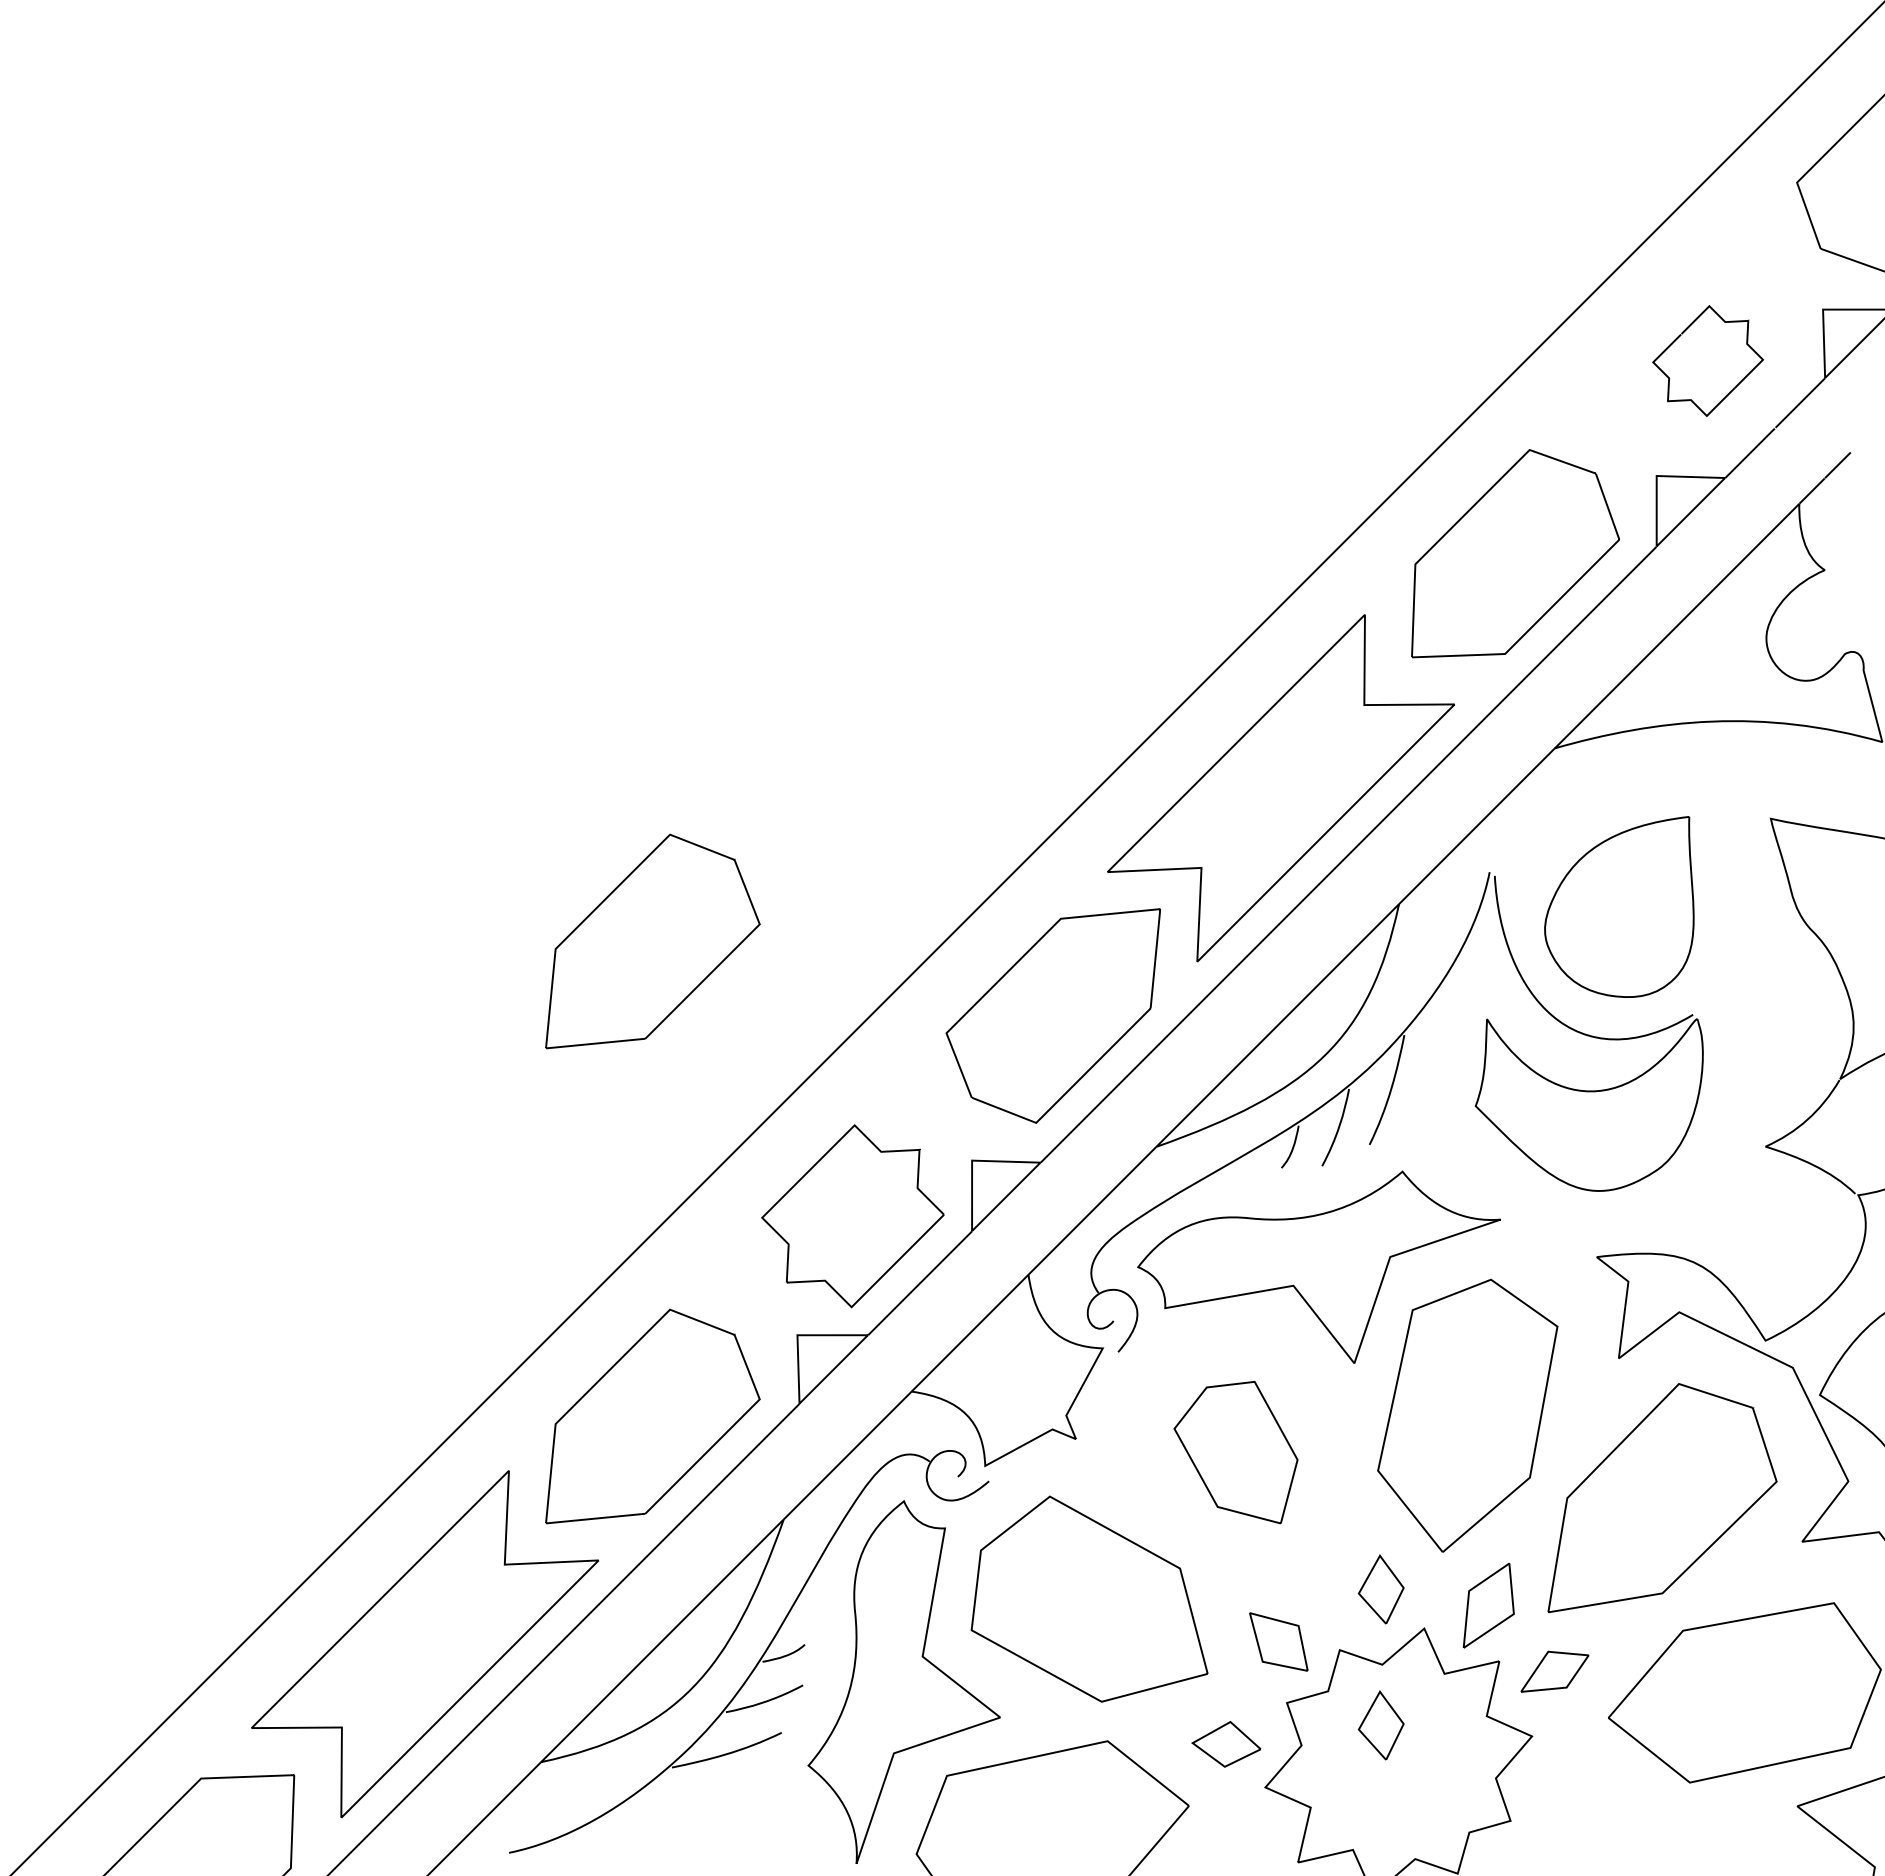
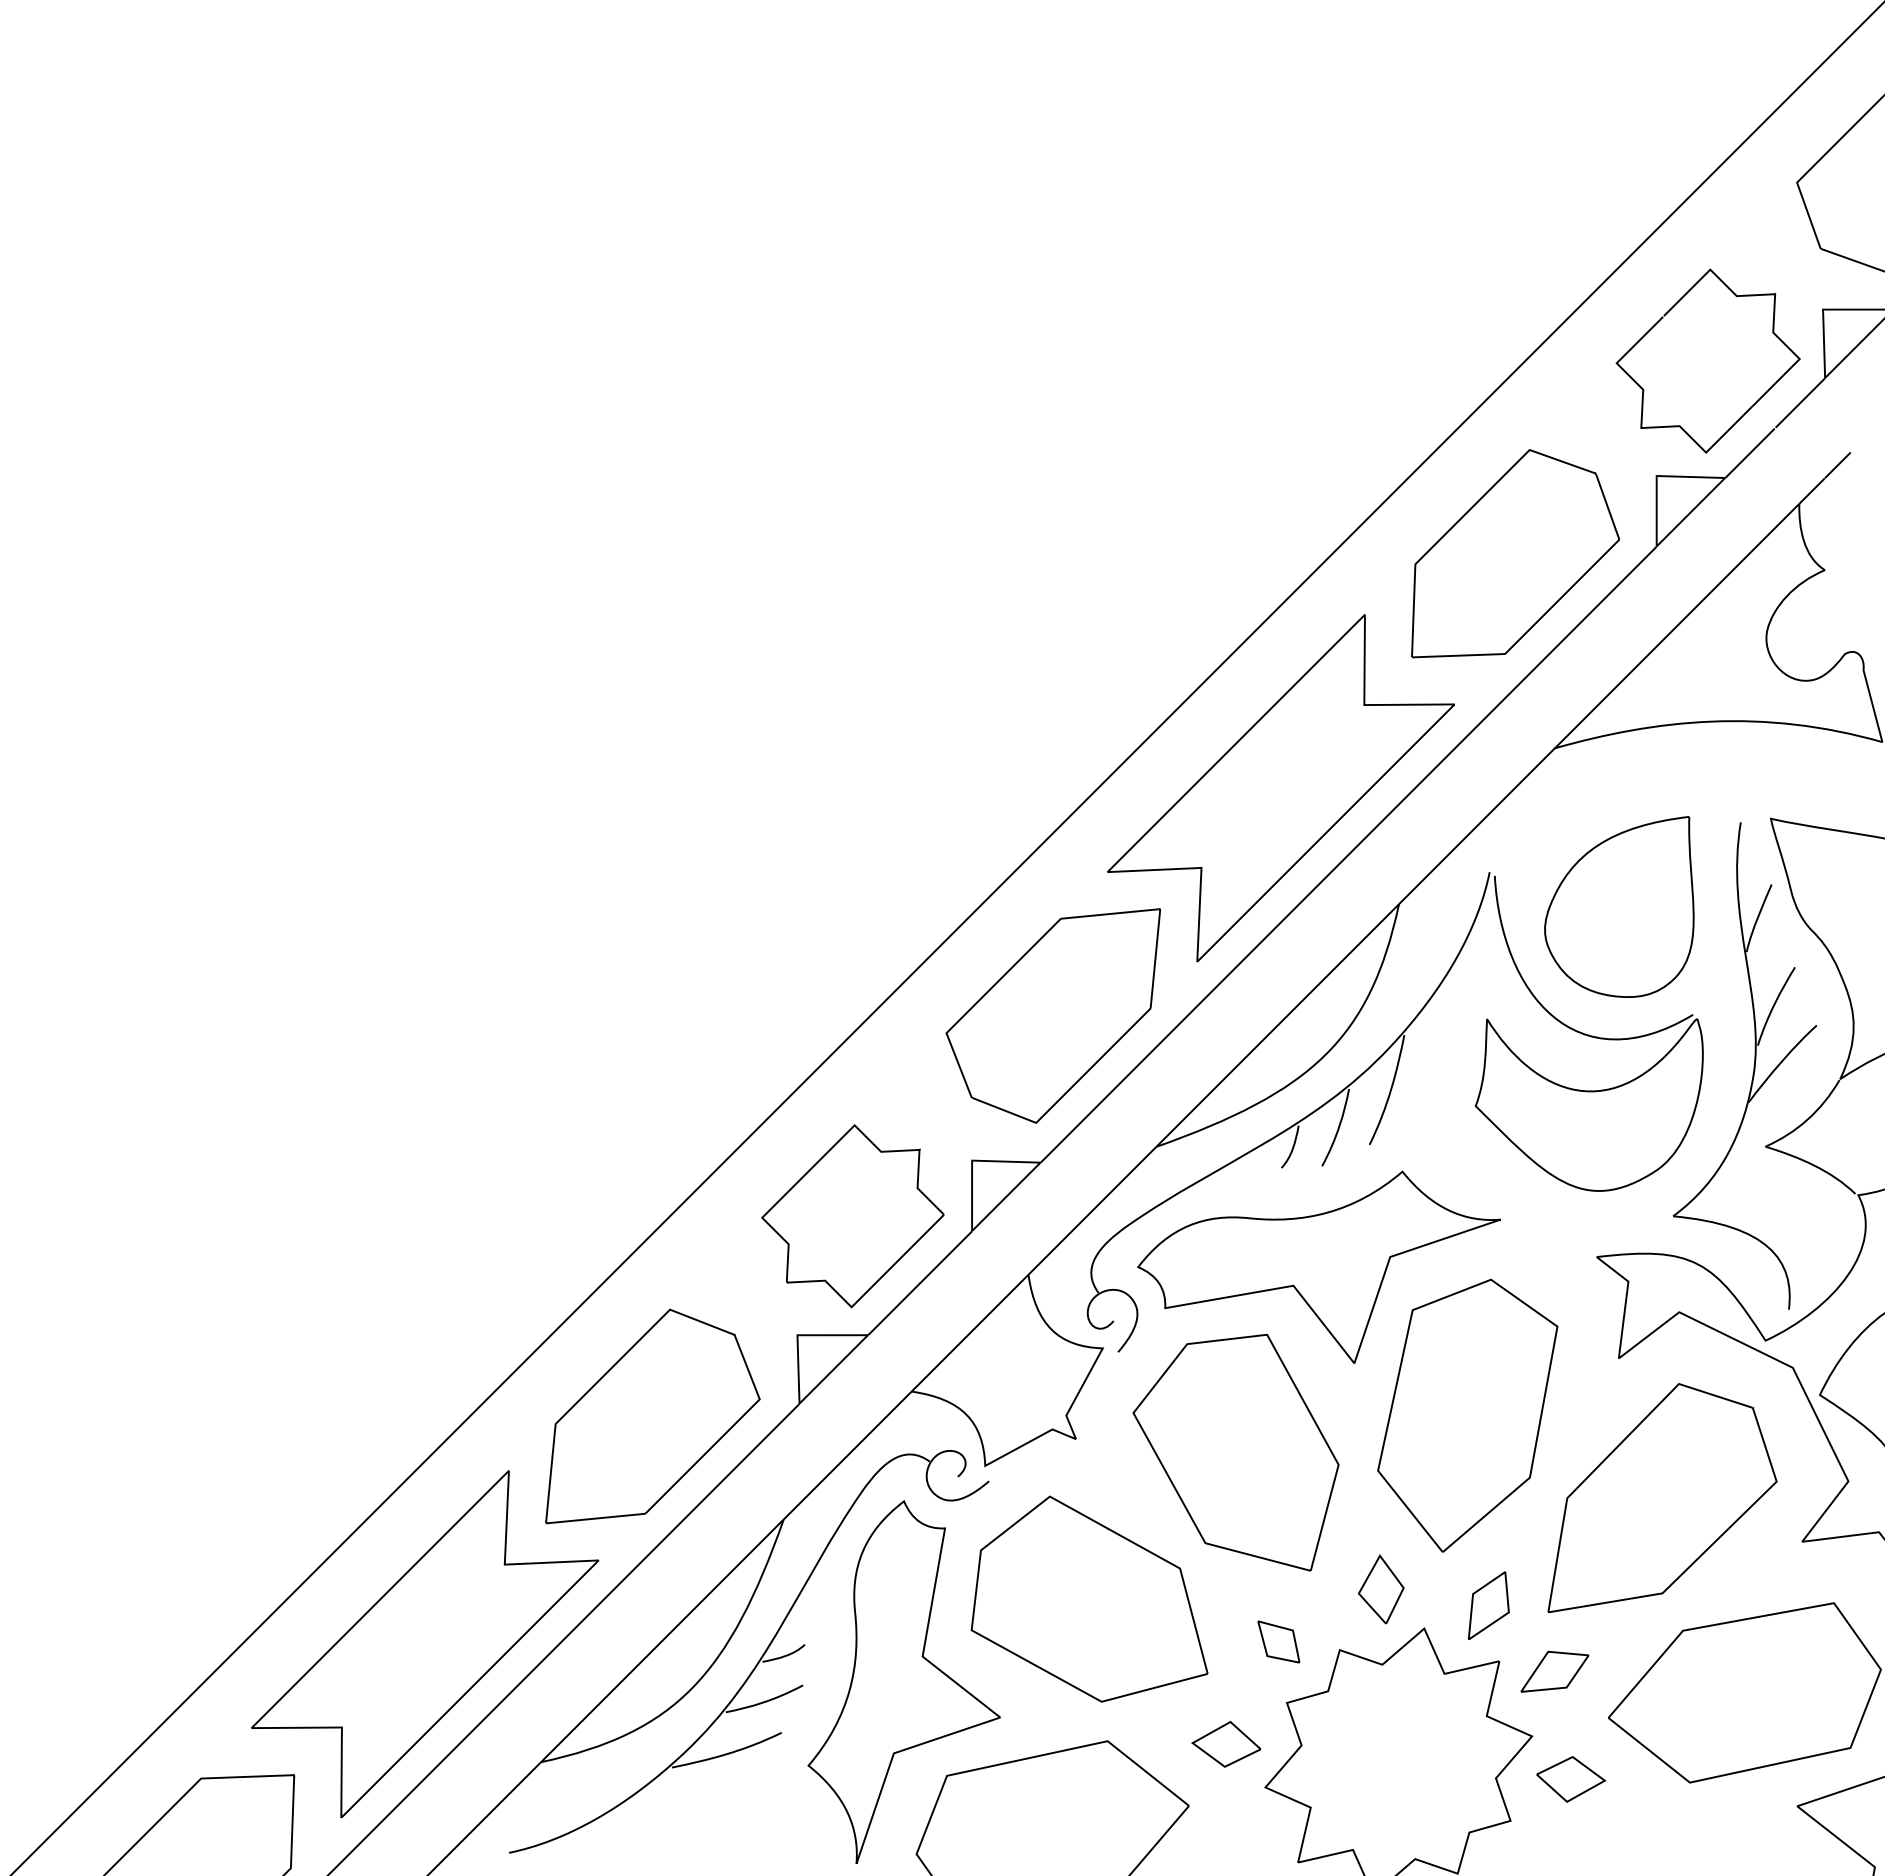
part at (1708, 360) size: 113x112 px -> 186x186 px
part at (652, 941): present -> none
part at (1753, 1065): none -> present
part at (1235, 1452) size: 126x144 px -> 208x239 px
part at (1488, 1605) size: 53x86 px -> 42x70 px
part at (1278, 1641) size: 60x60 px -> 44x44 px
part at (1380, 1725): present -> none
part at (1571, 1779): none -> present
